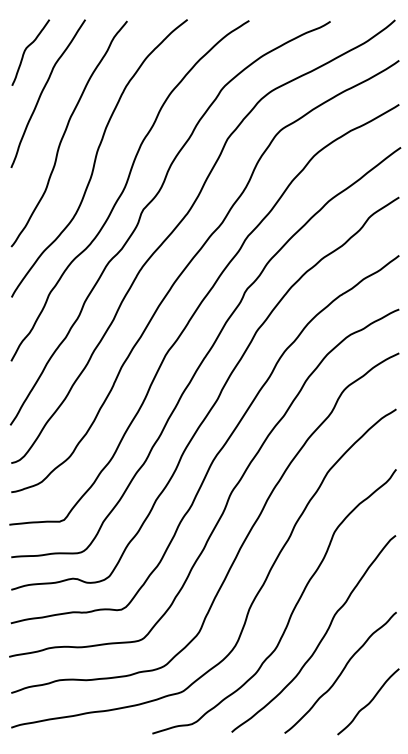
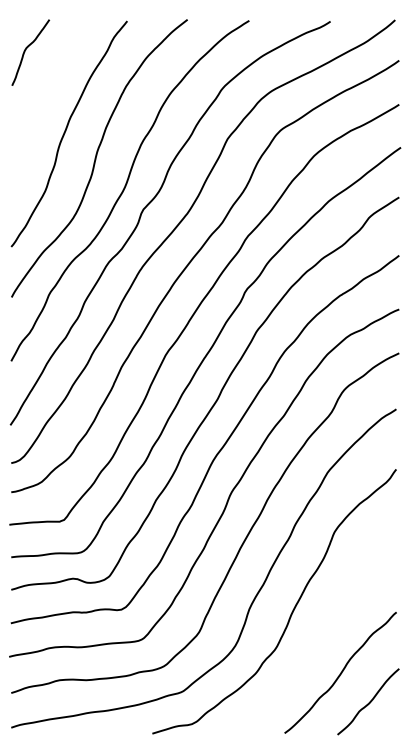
curve at (43, 91): present -> none
curve at (320, 639): present -> none
